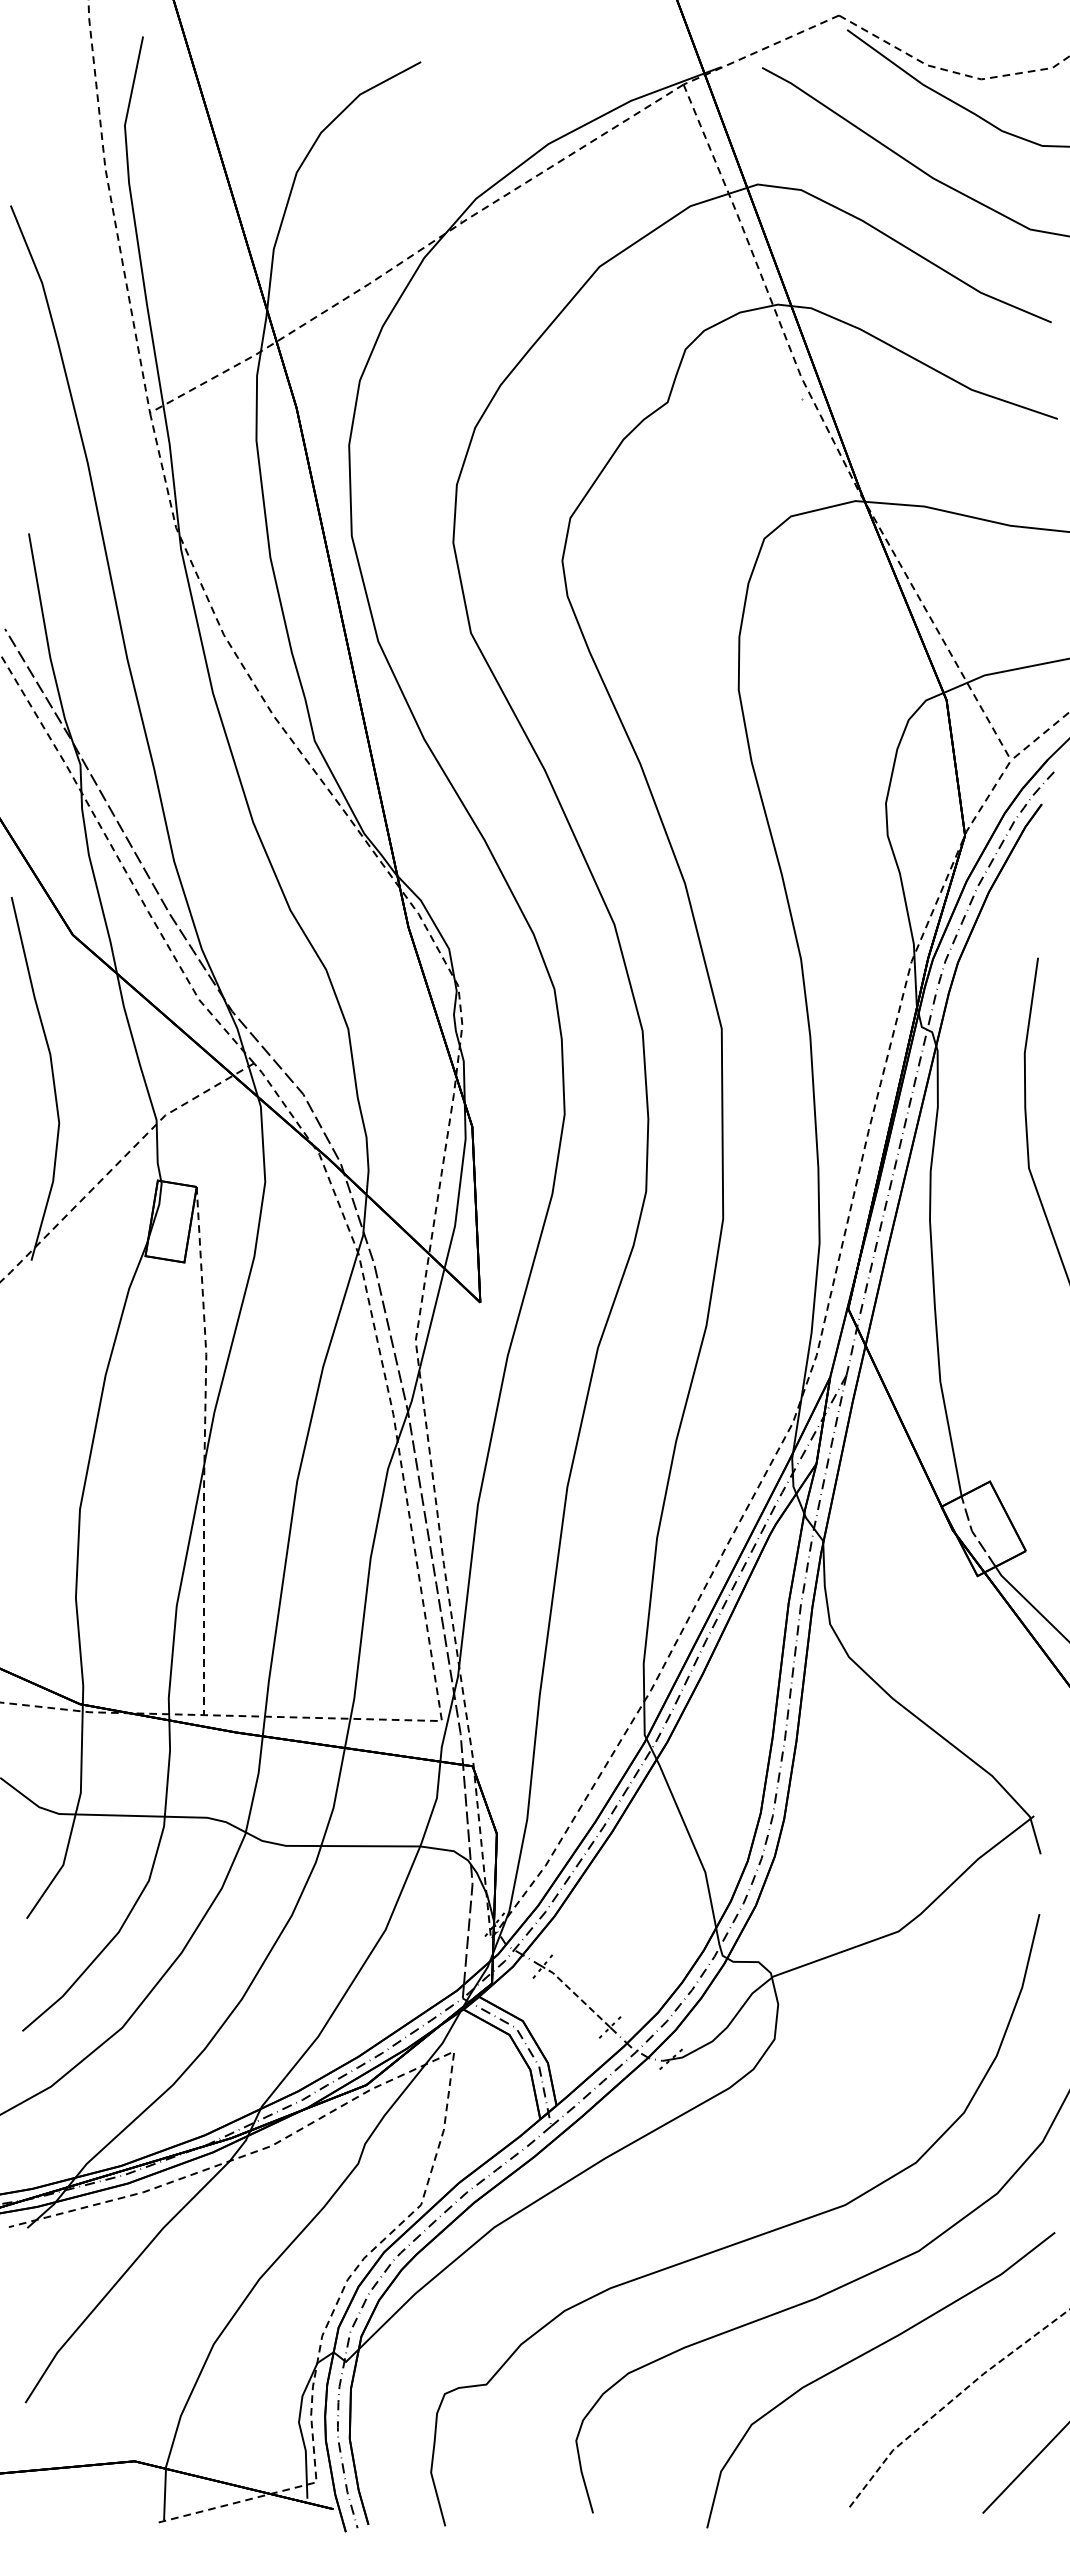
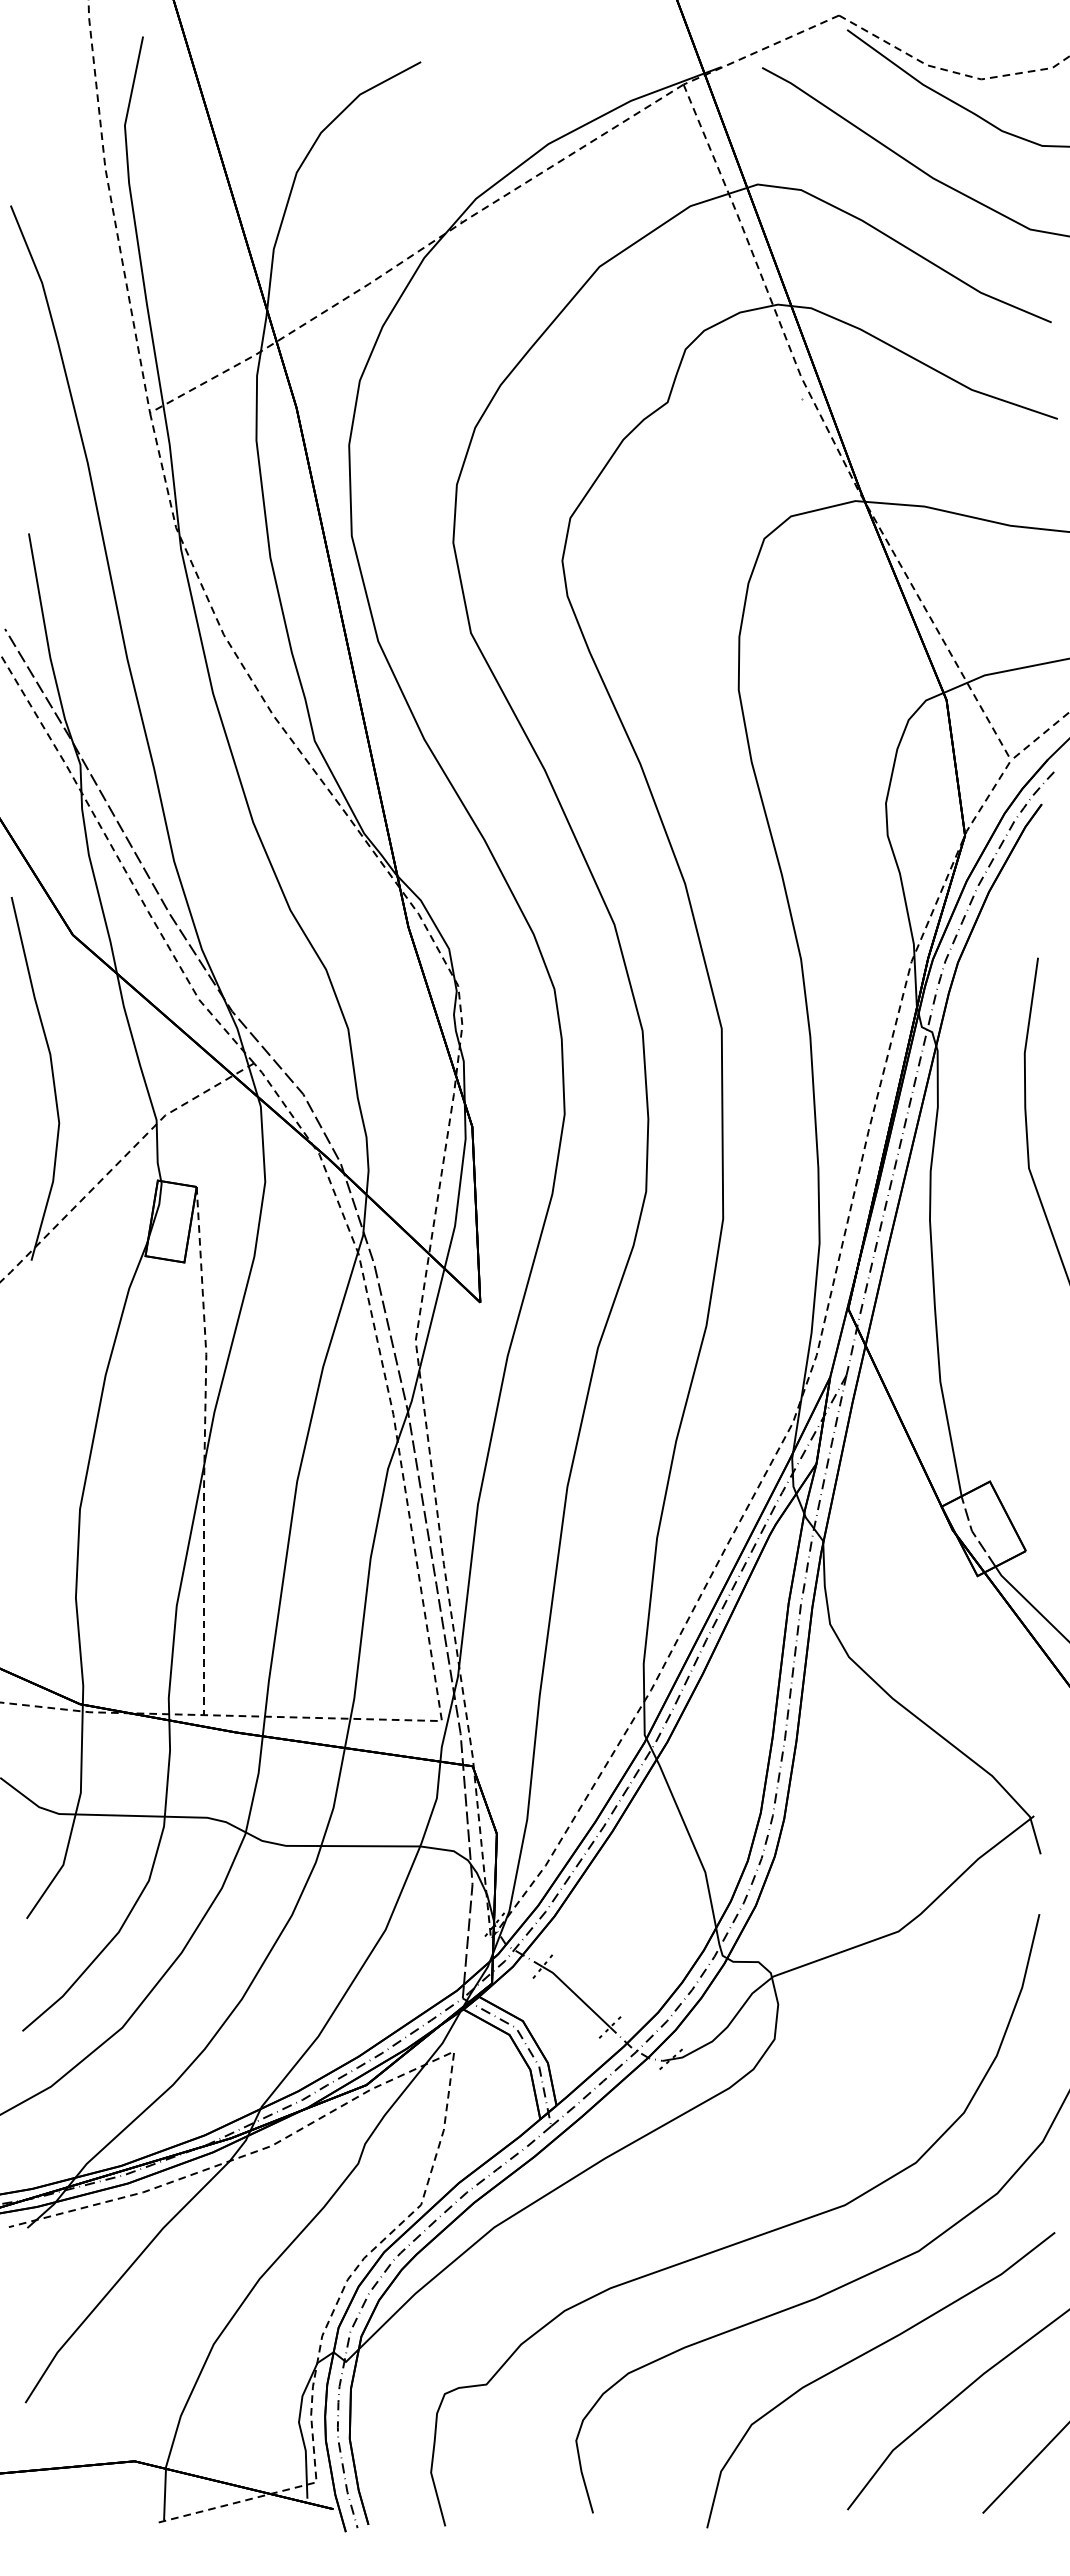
line at (576, 1995): dashed -> solid
line at (950, 2402): dashed -> solid
